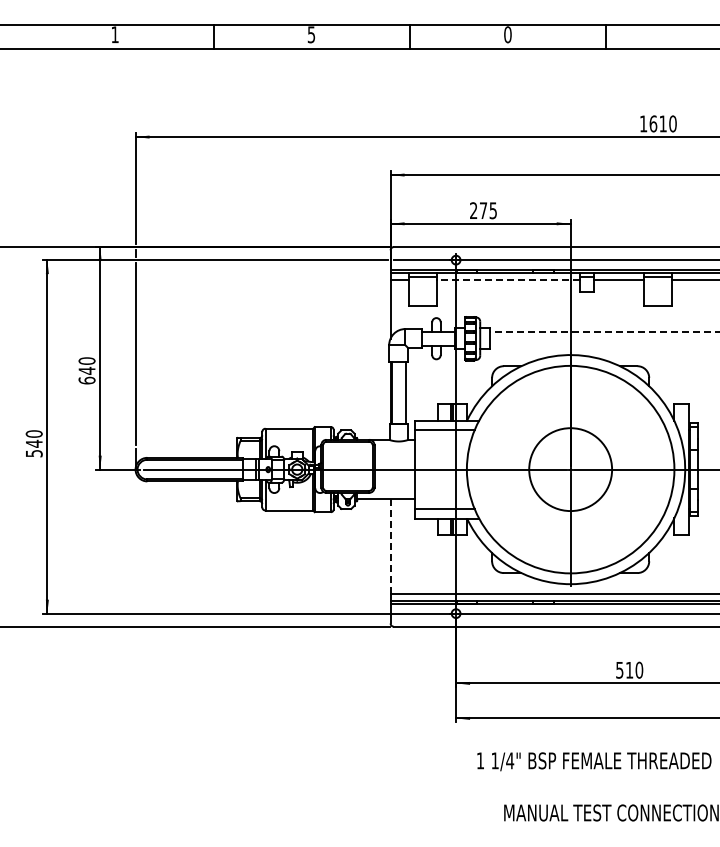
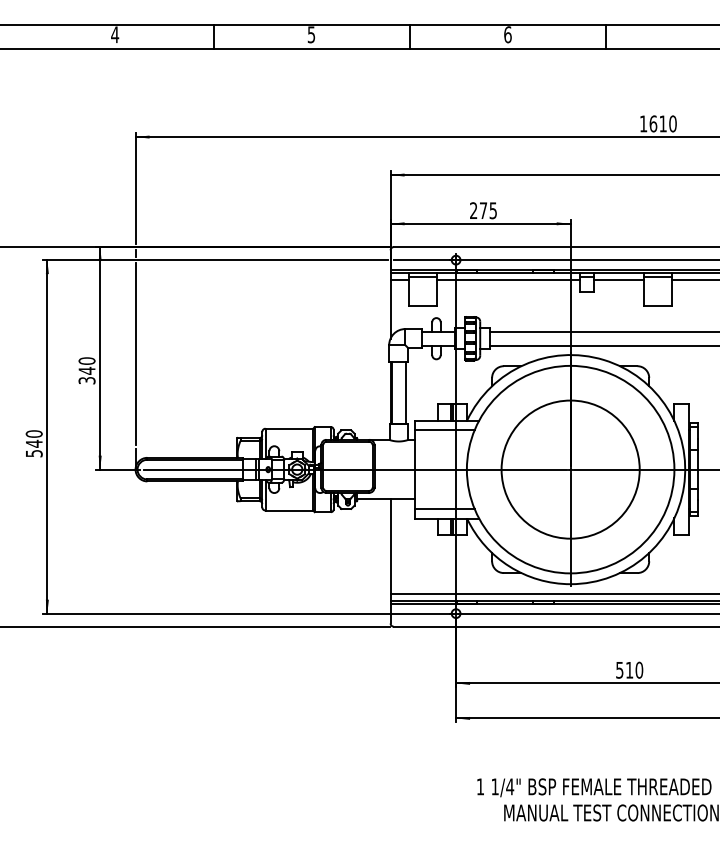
text at (115, 34): 1 -> 4
text at (507, 34): 0 -> 6
line at (507, 279): dashed -> solid
line at (605, 331): dashed -> solid
line at (603, 345): none -> present
text at (86, 380): 640 -> 340
circle at (570, 469) diameter: 83 px -> 138 px
line at (390, 546): dashed -> solid
text at (594, 761) position: (594, 761) -> (594, 787)
